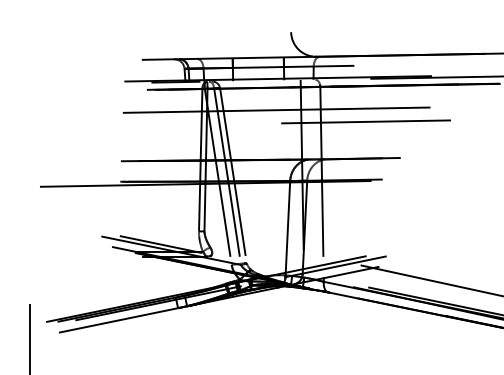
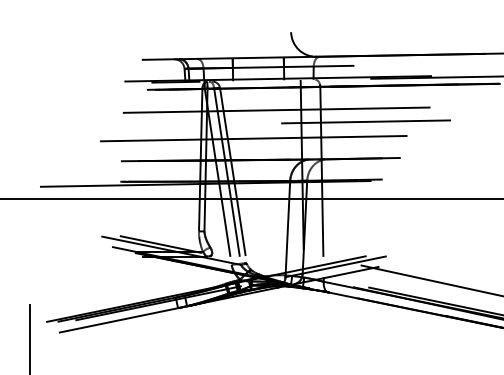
line at (253, 138): none -> present
line at (251, 198): none -> present
